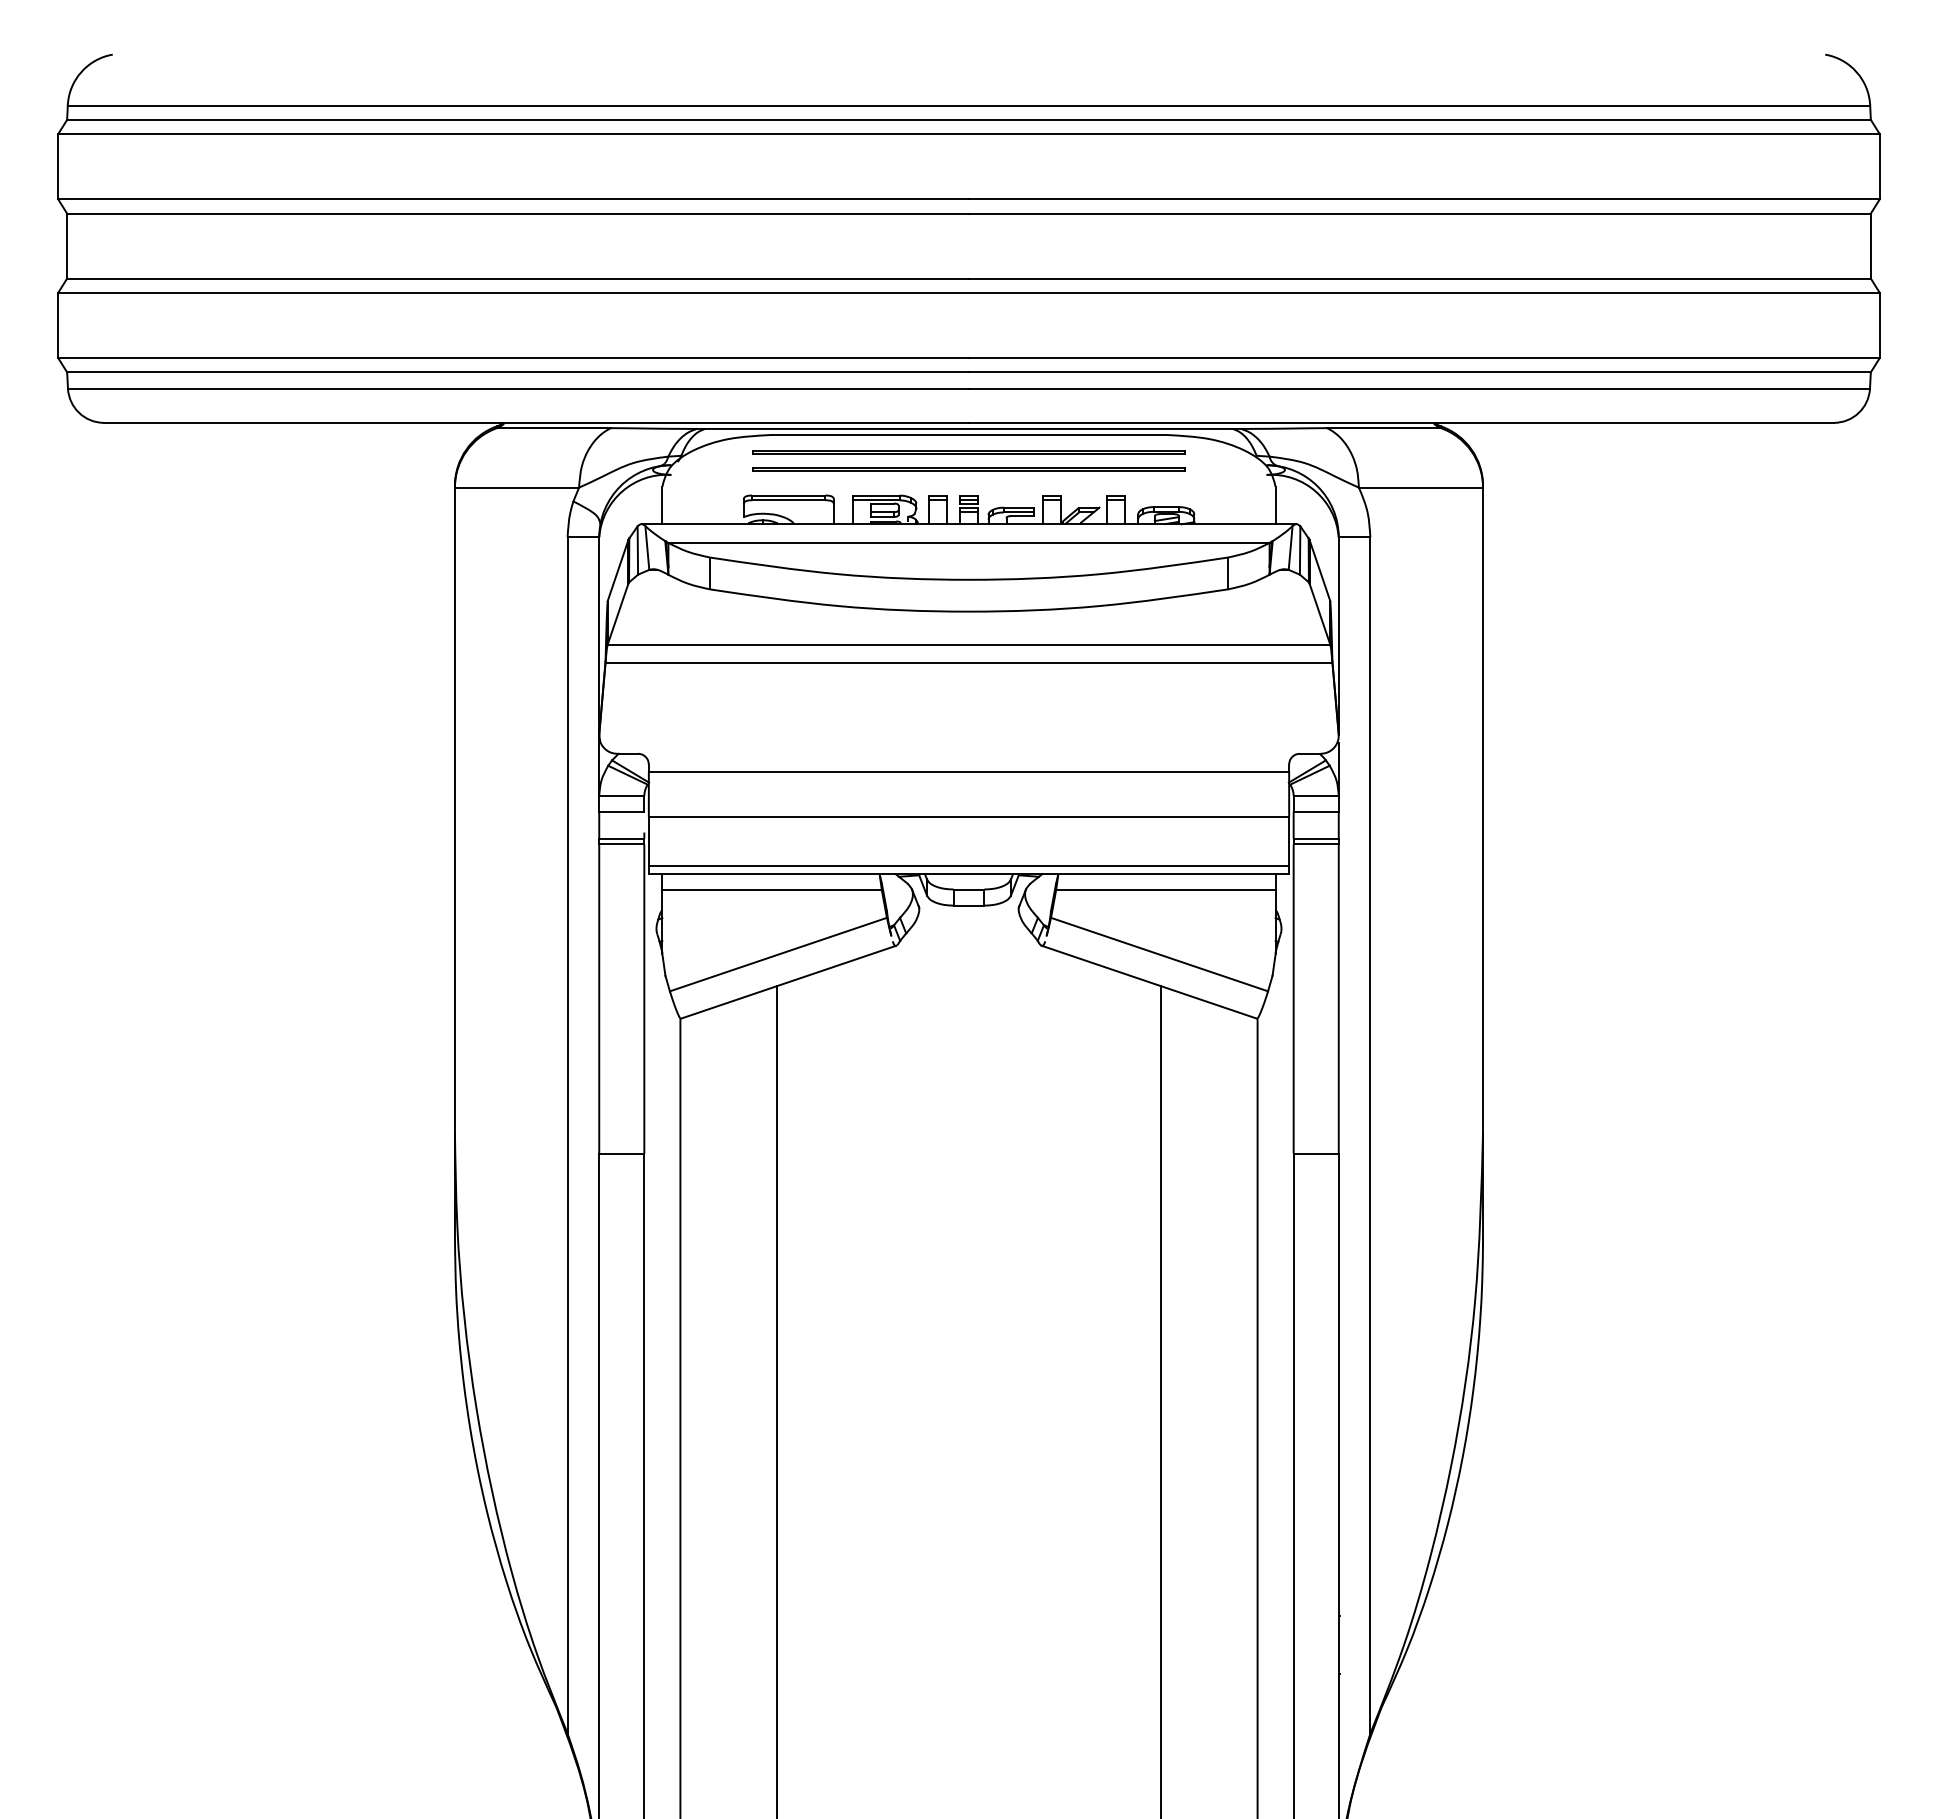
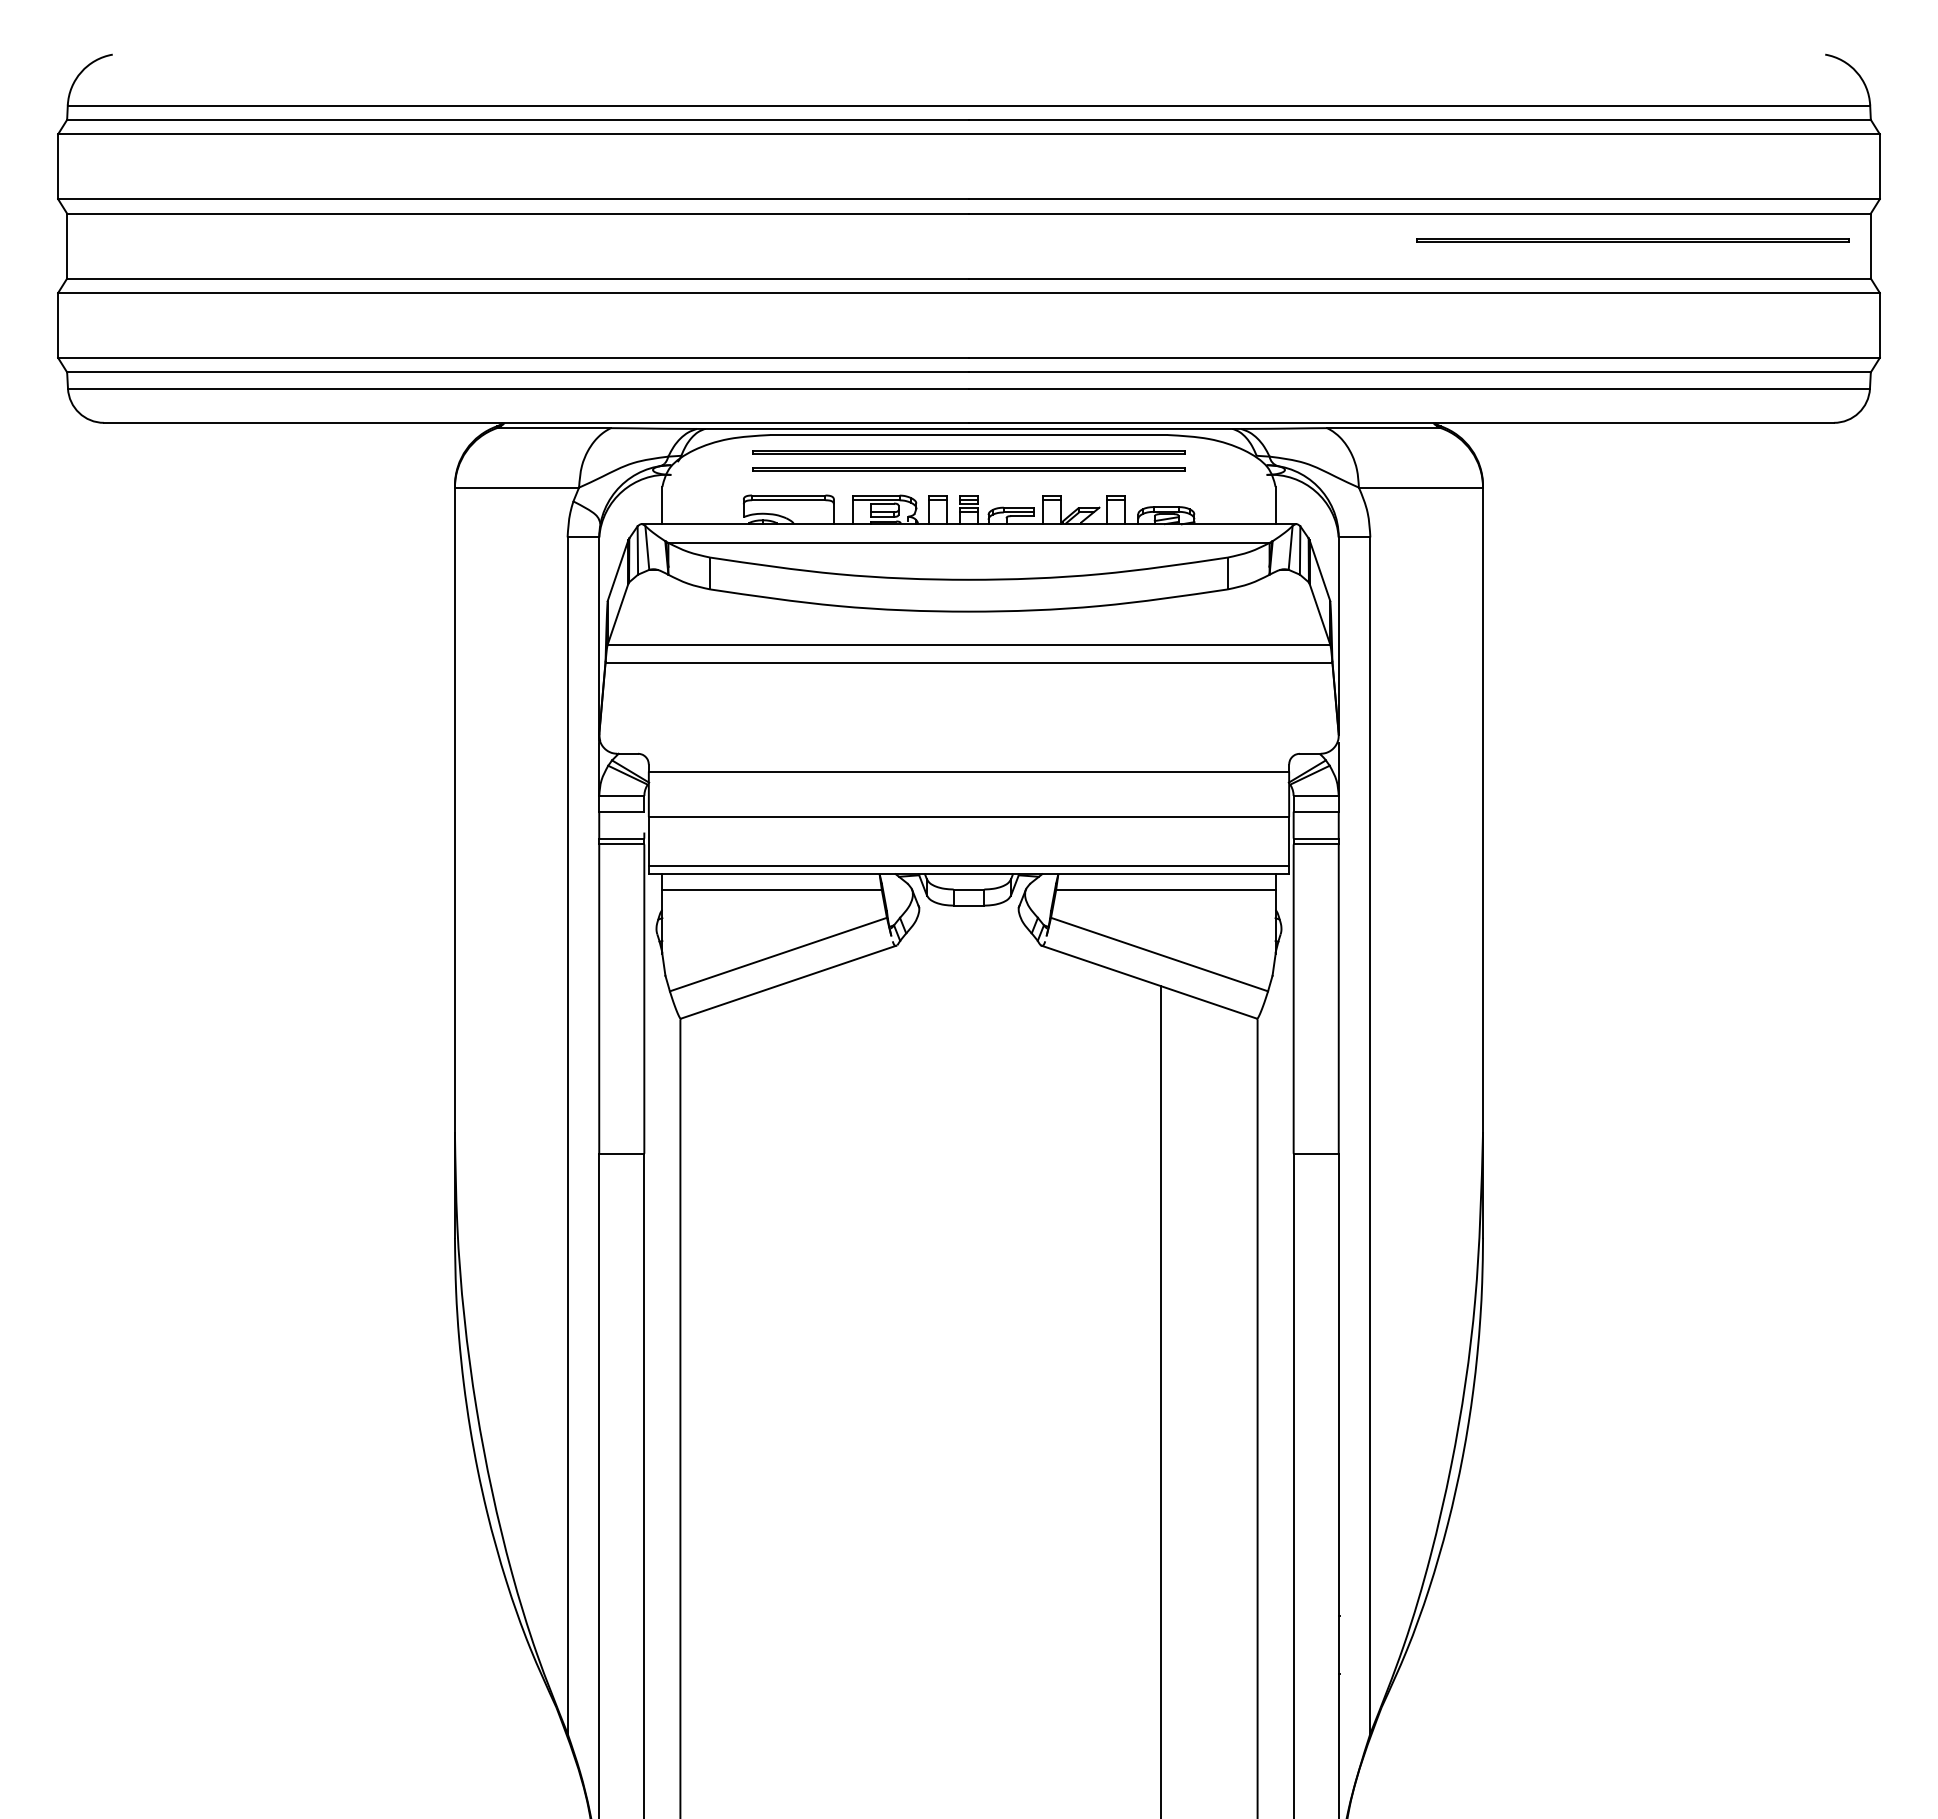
line at (1632, 239): none -> present
line at (776, 1400): present -> none
